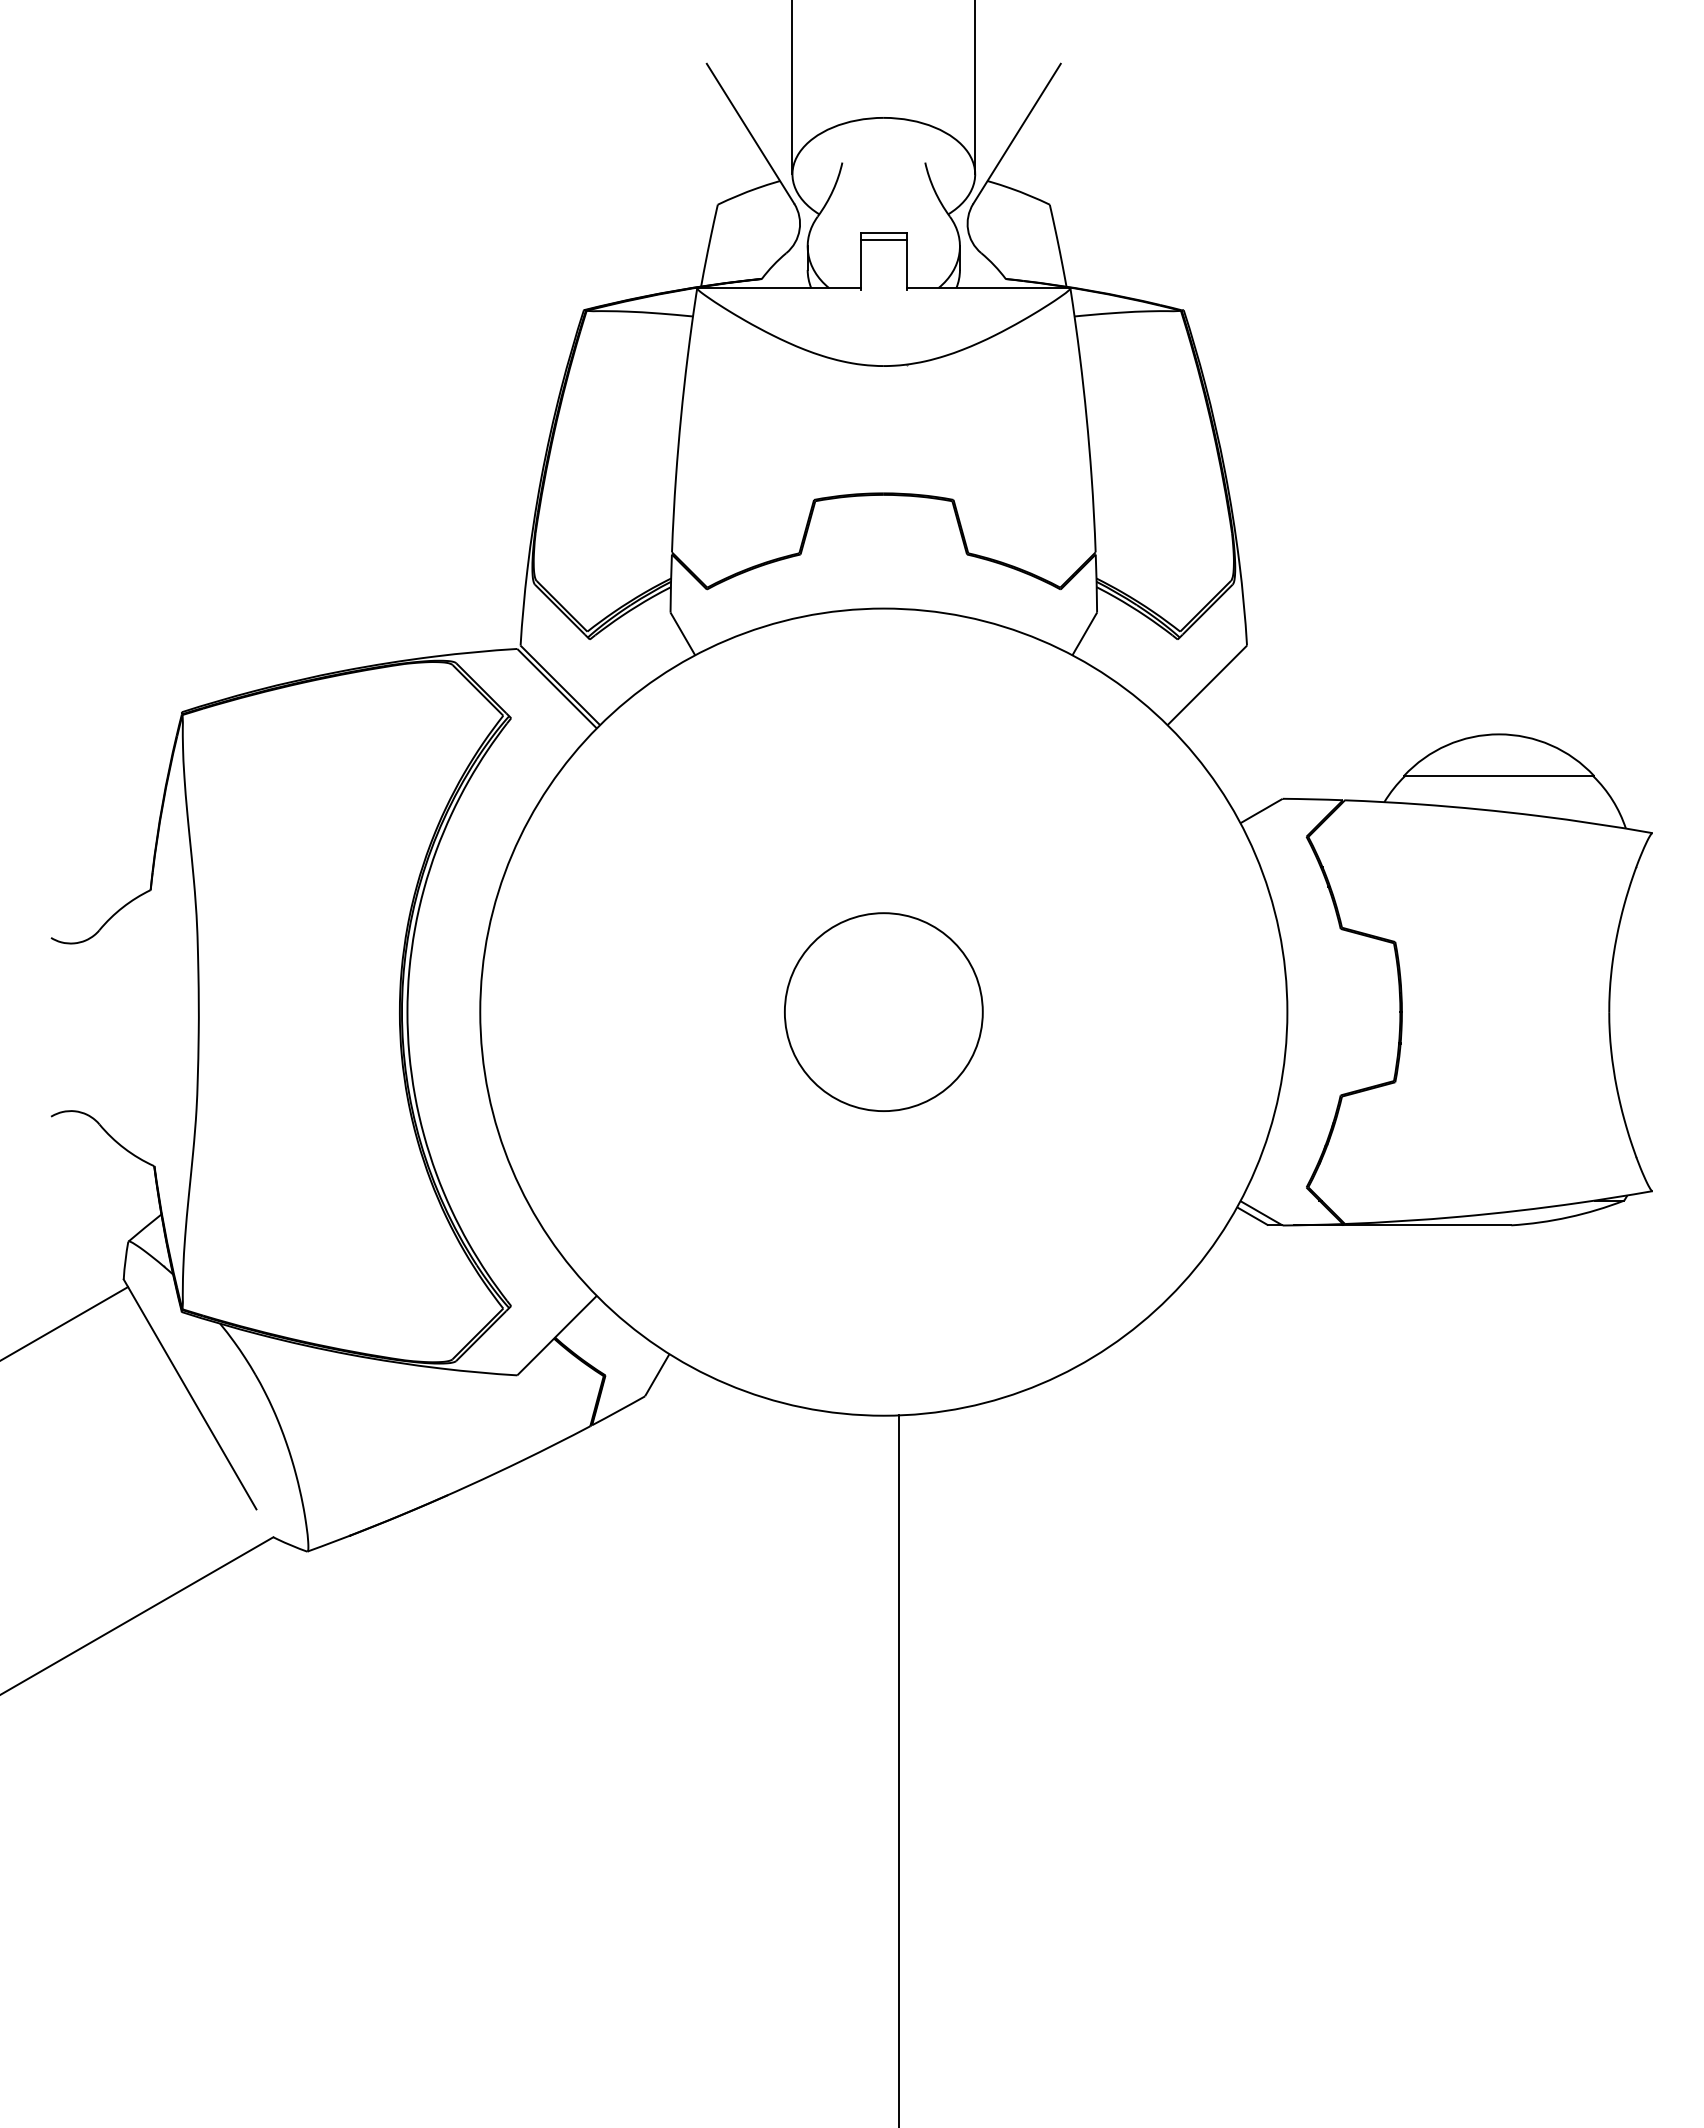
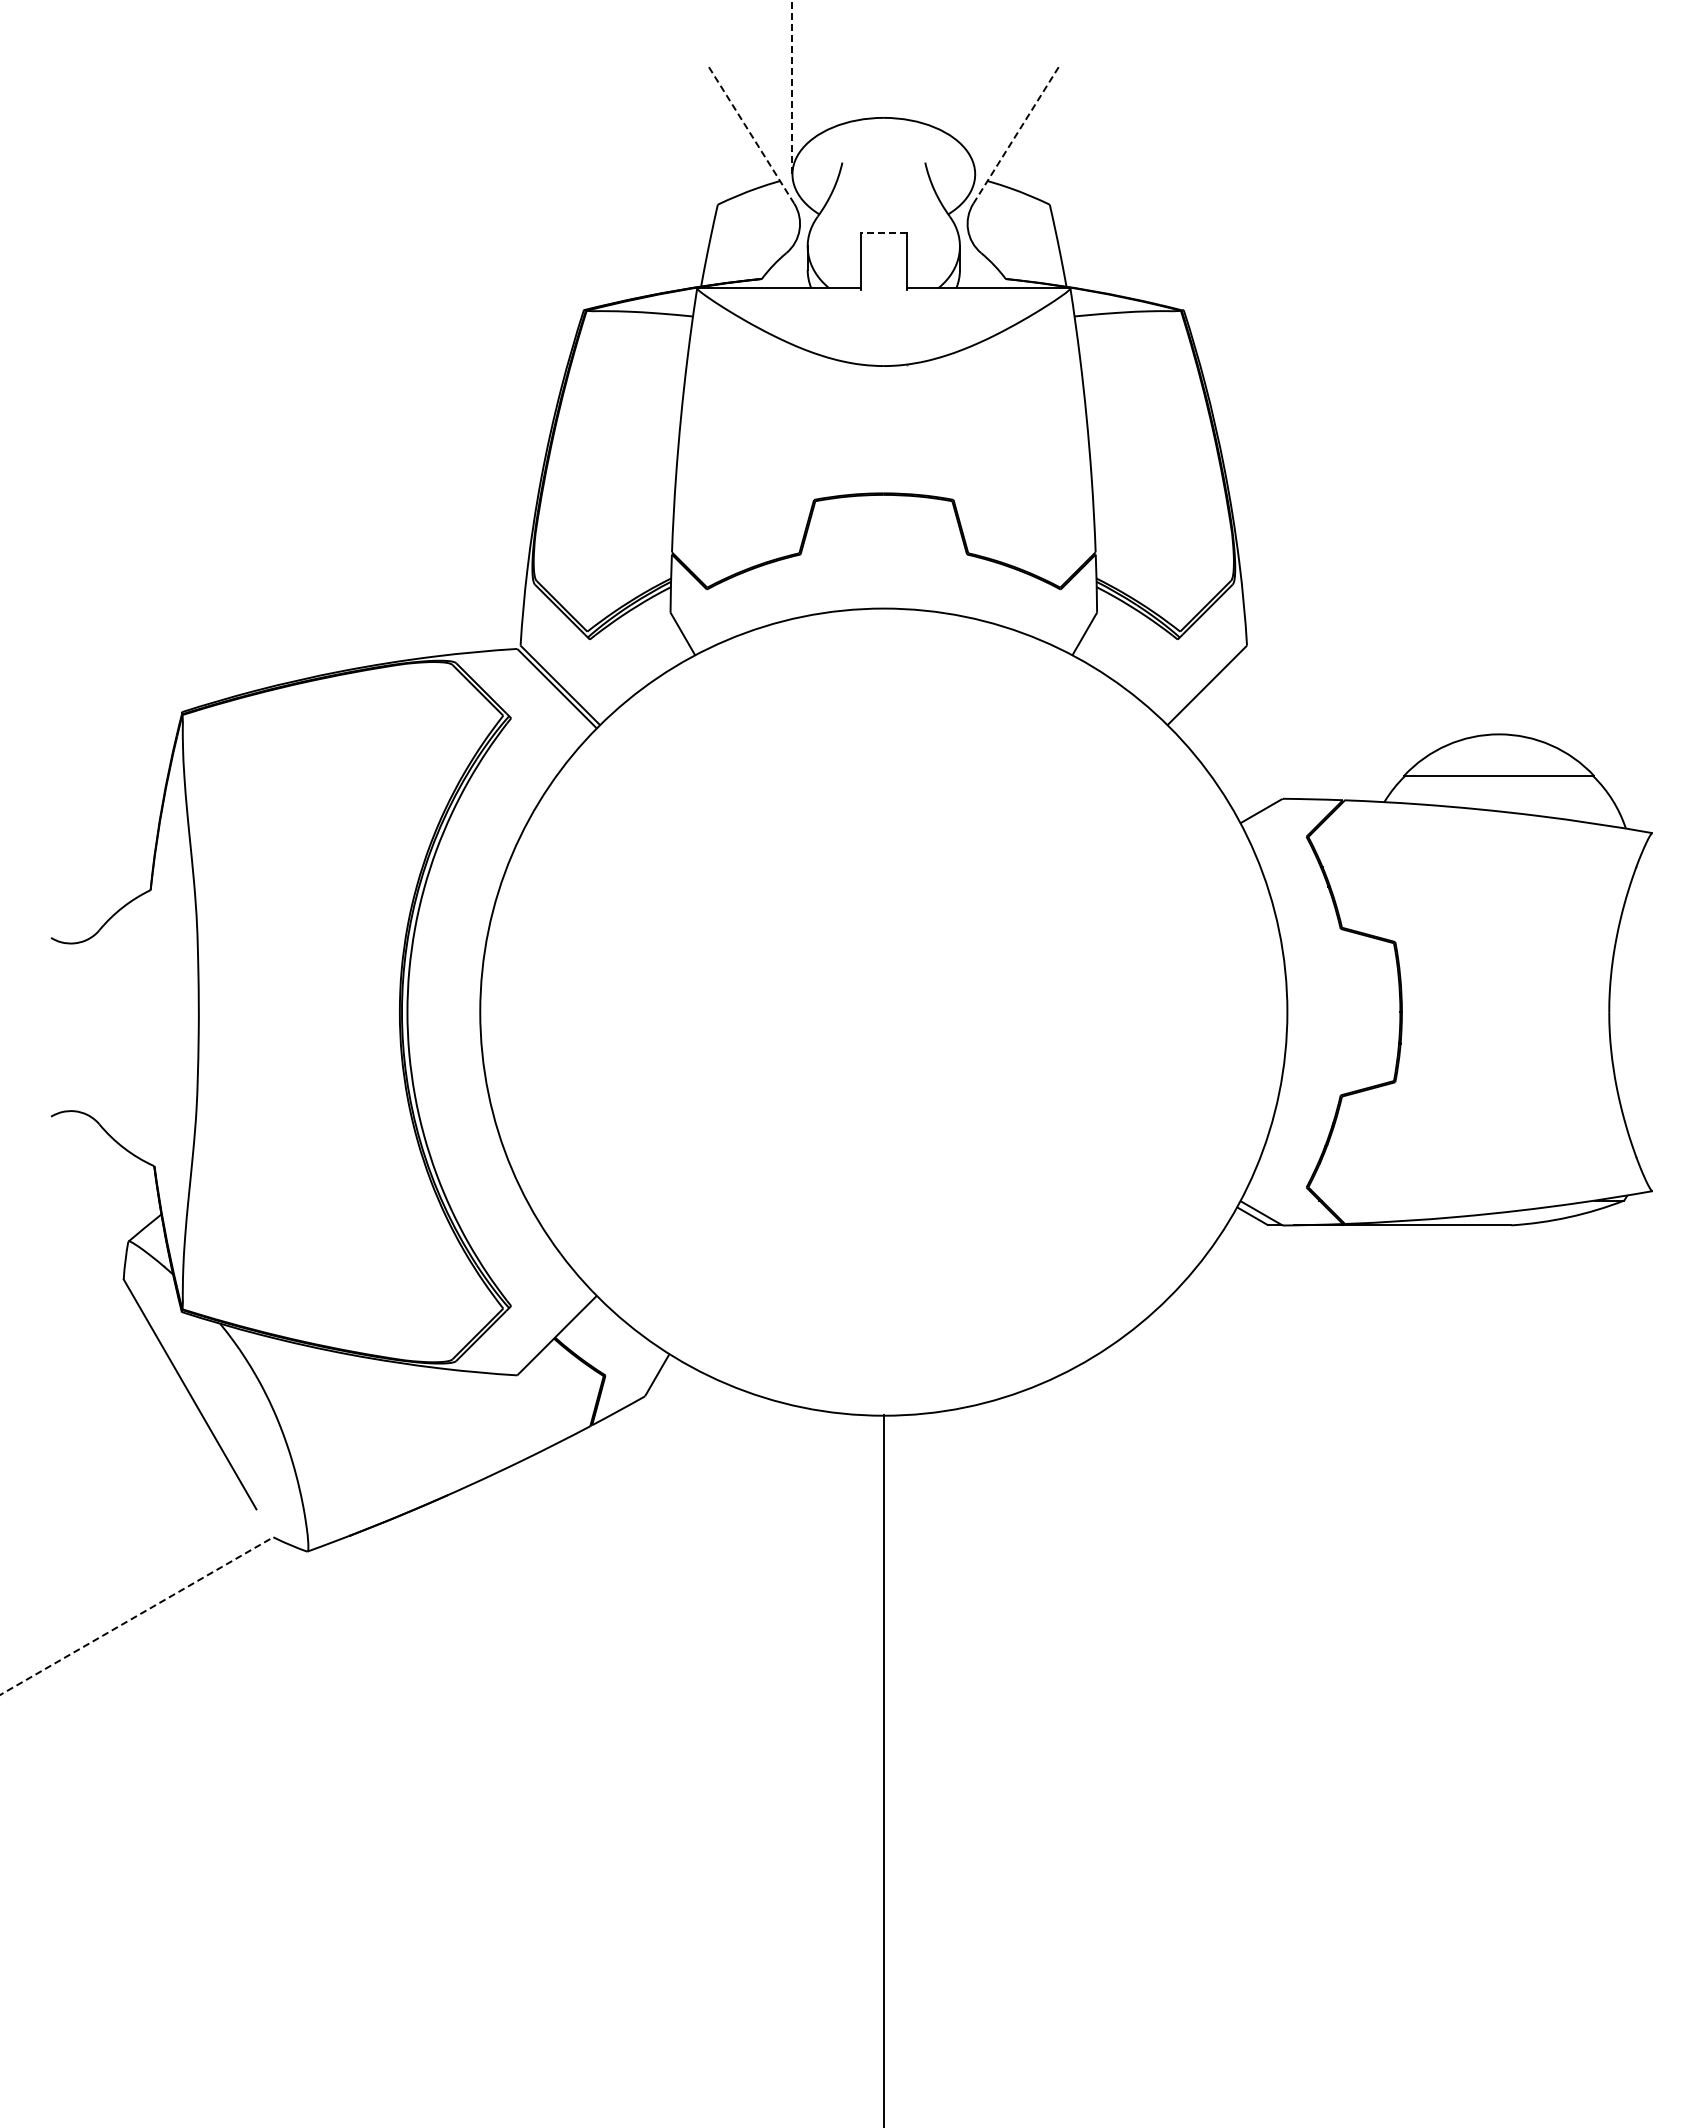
line at (792, 87): solid -> dashed
line at (975, 88): present -> none
line at (750, 133): solid -> dashed
line at (1017, 133): solid -> dashed
line at (883, 232): solid -> dashed
line at (883, 240): present -> none
circle at (883, 1011): present -> none
line at (65, 1323): present -> none
line at (137, 1615): solid -> dashed
line at (899, 1769) position: (899, 1769) -> (884, 1769)
